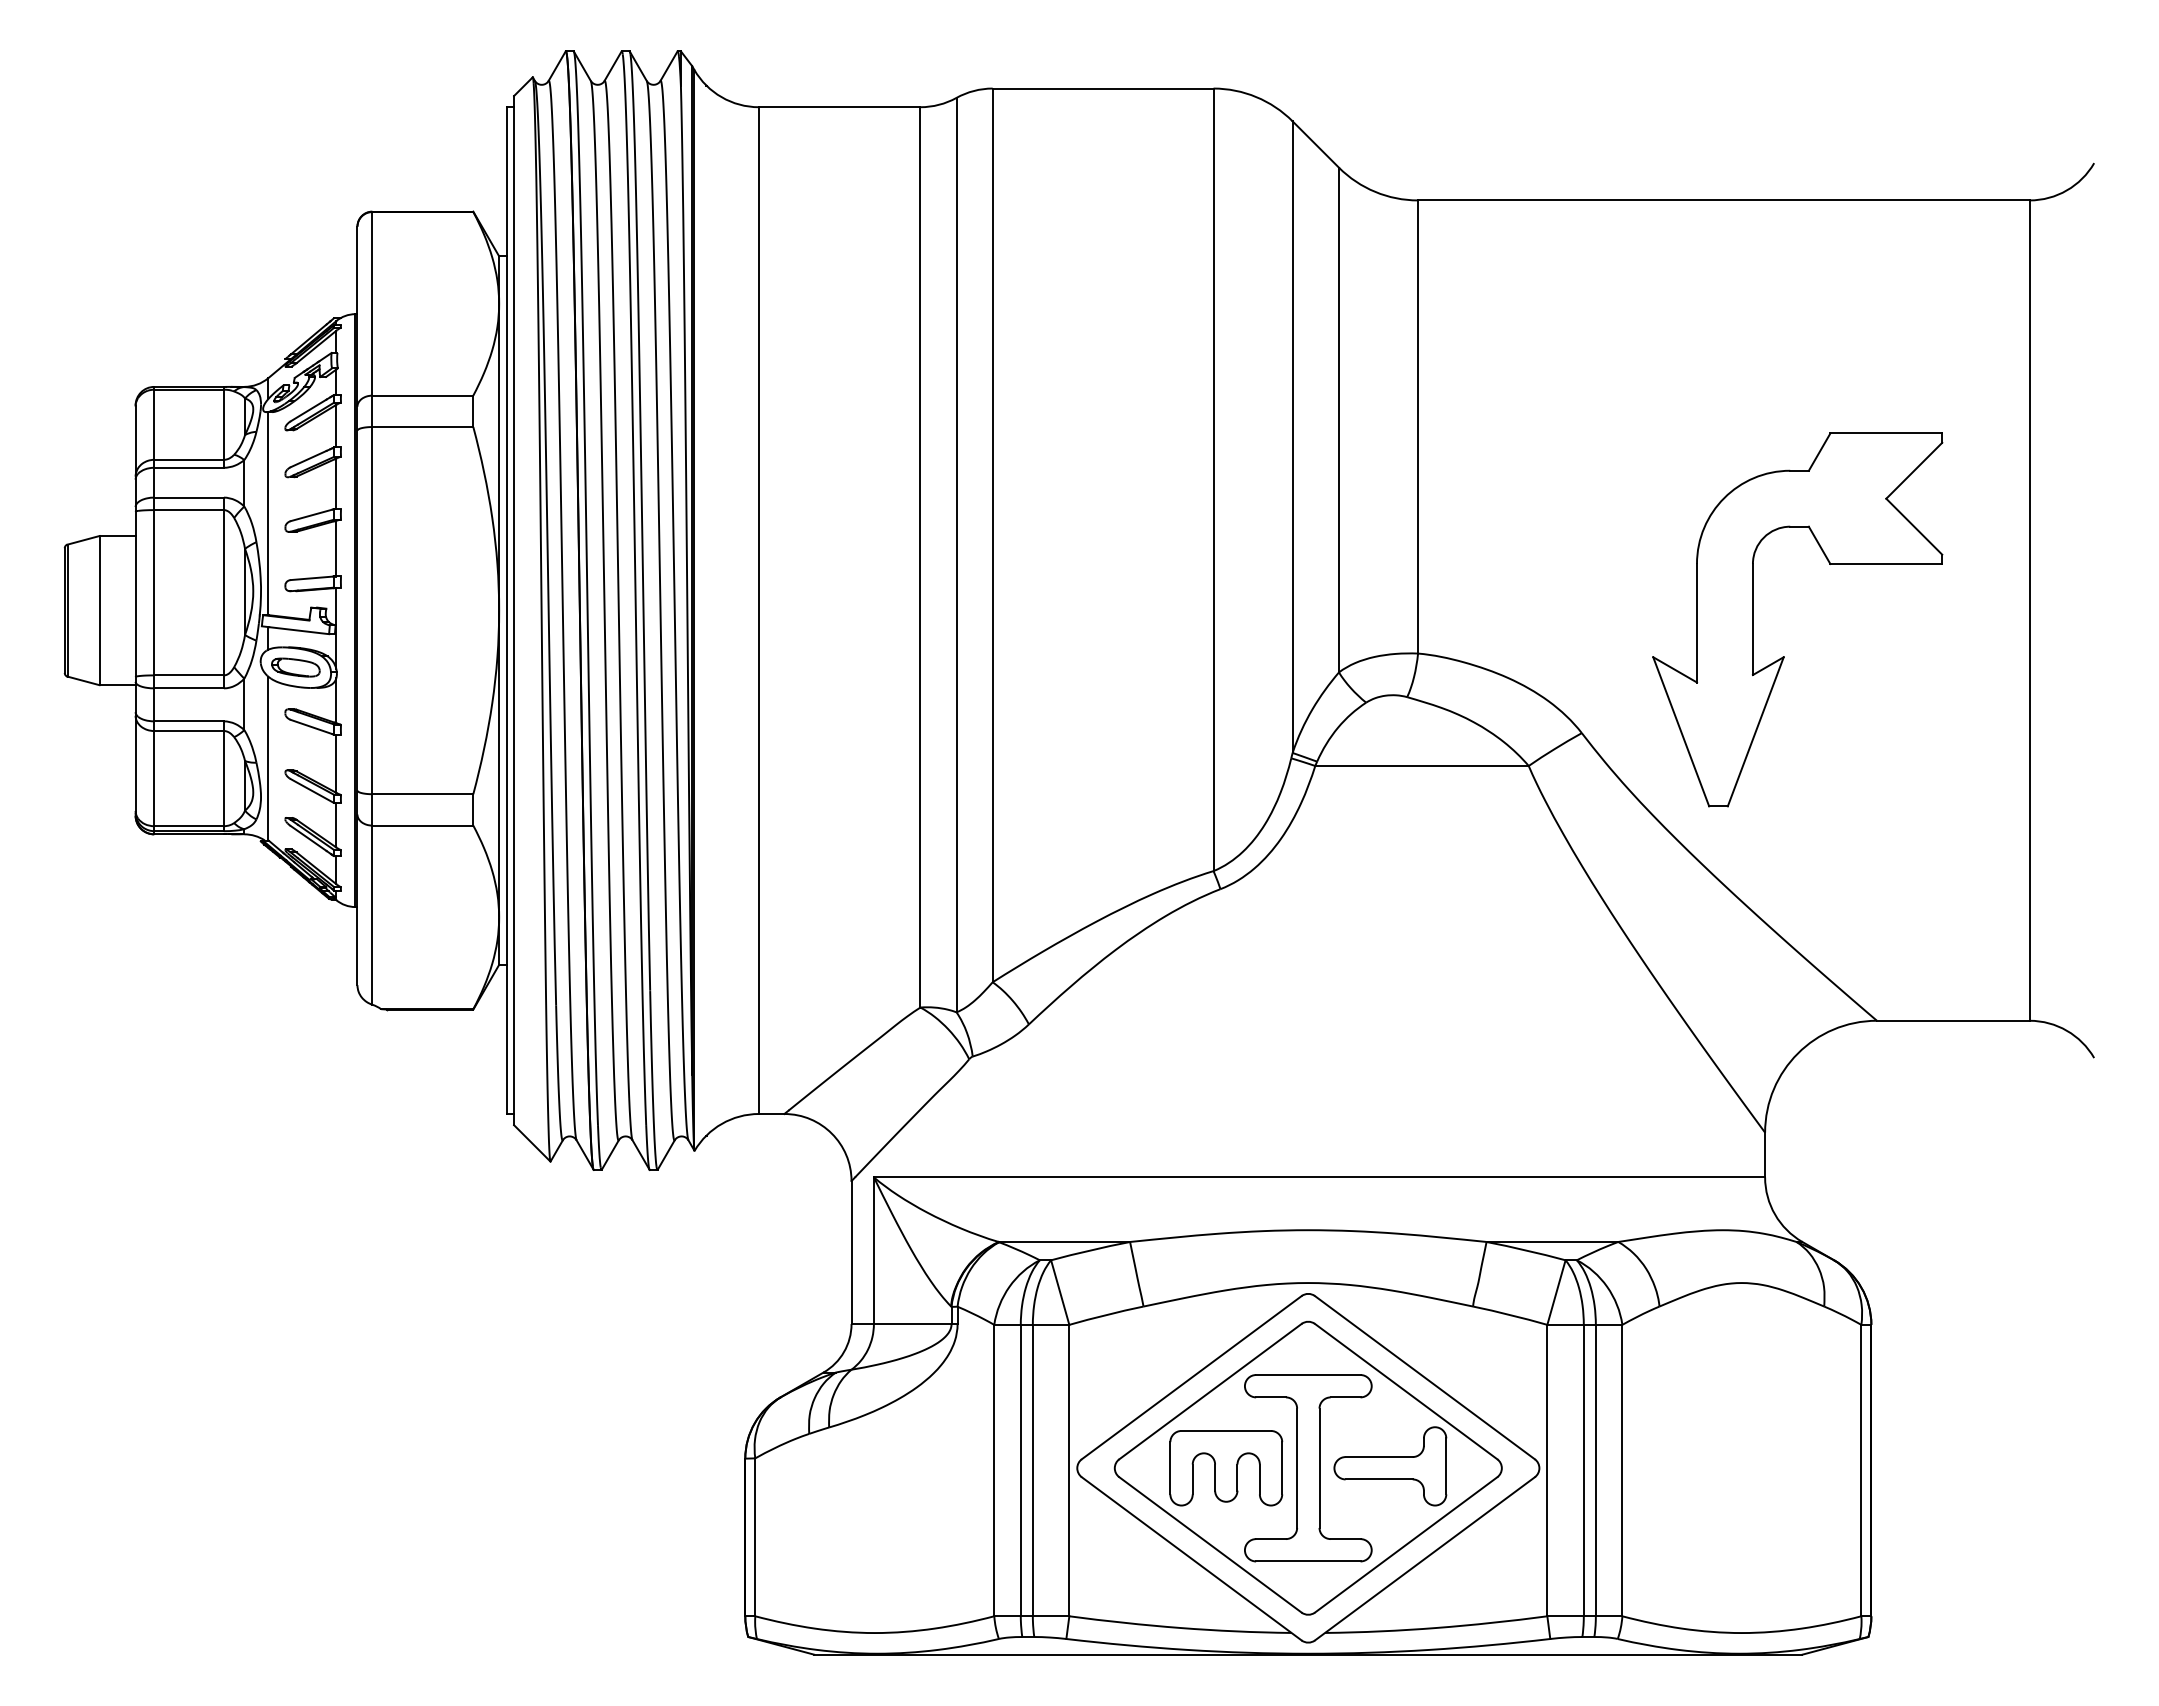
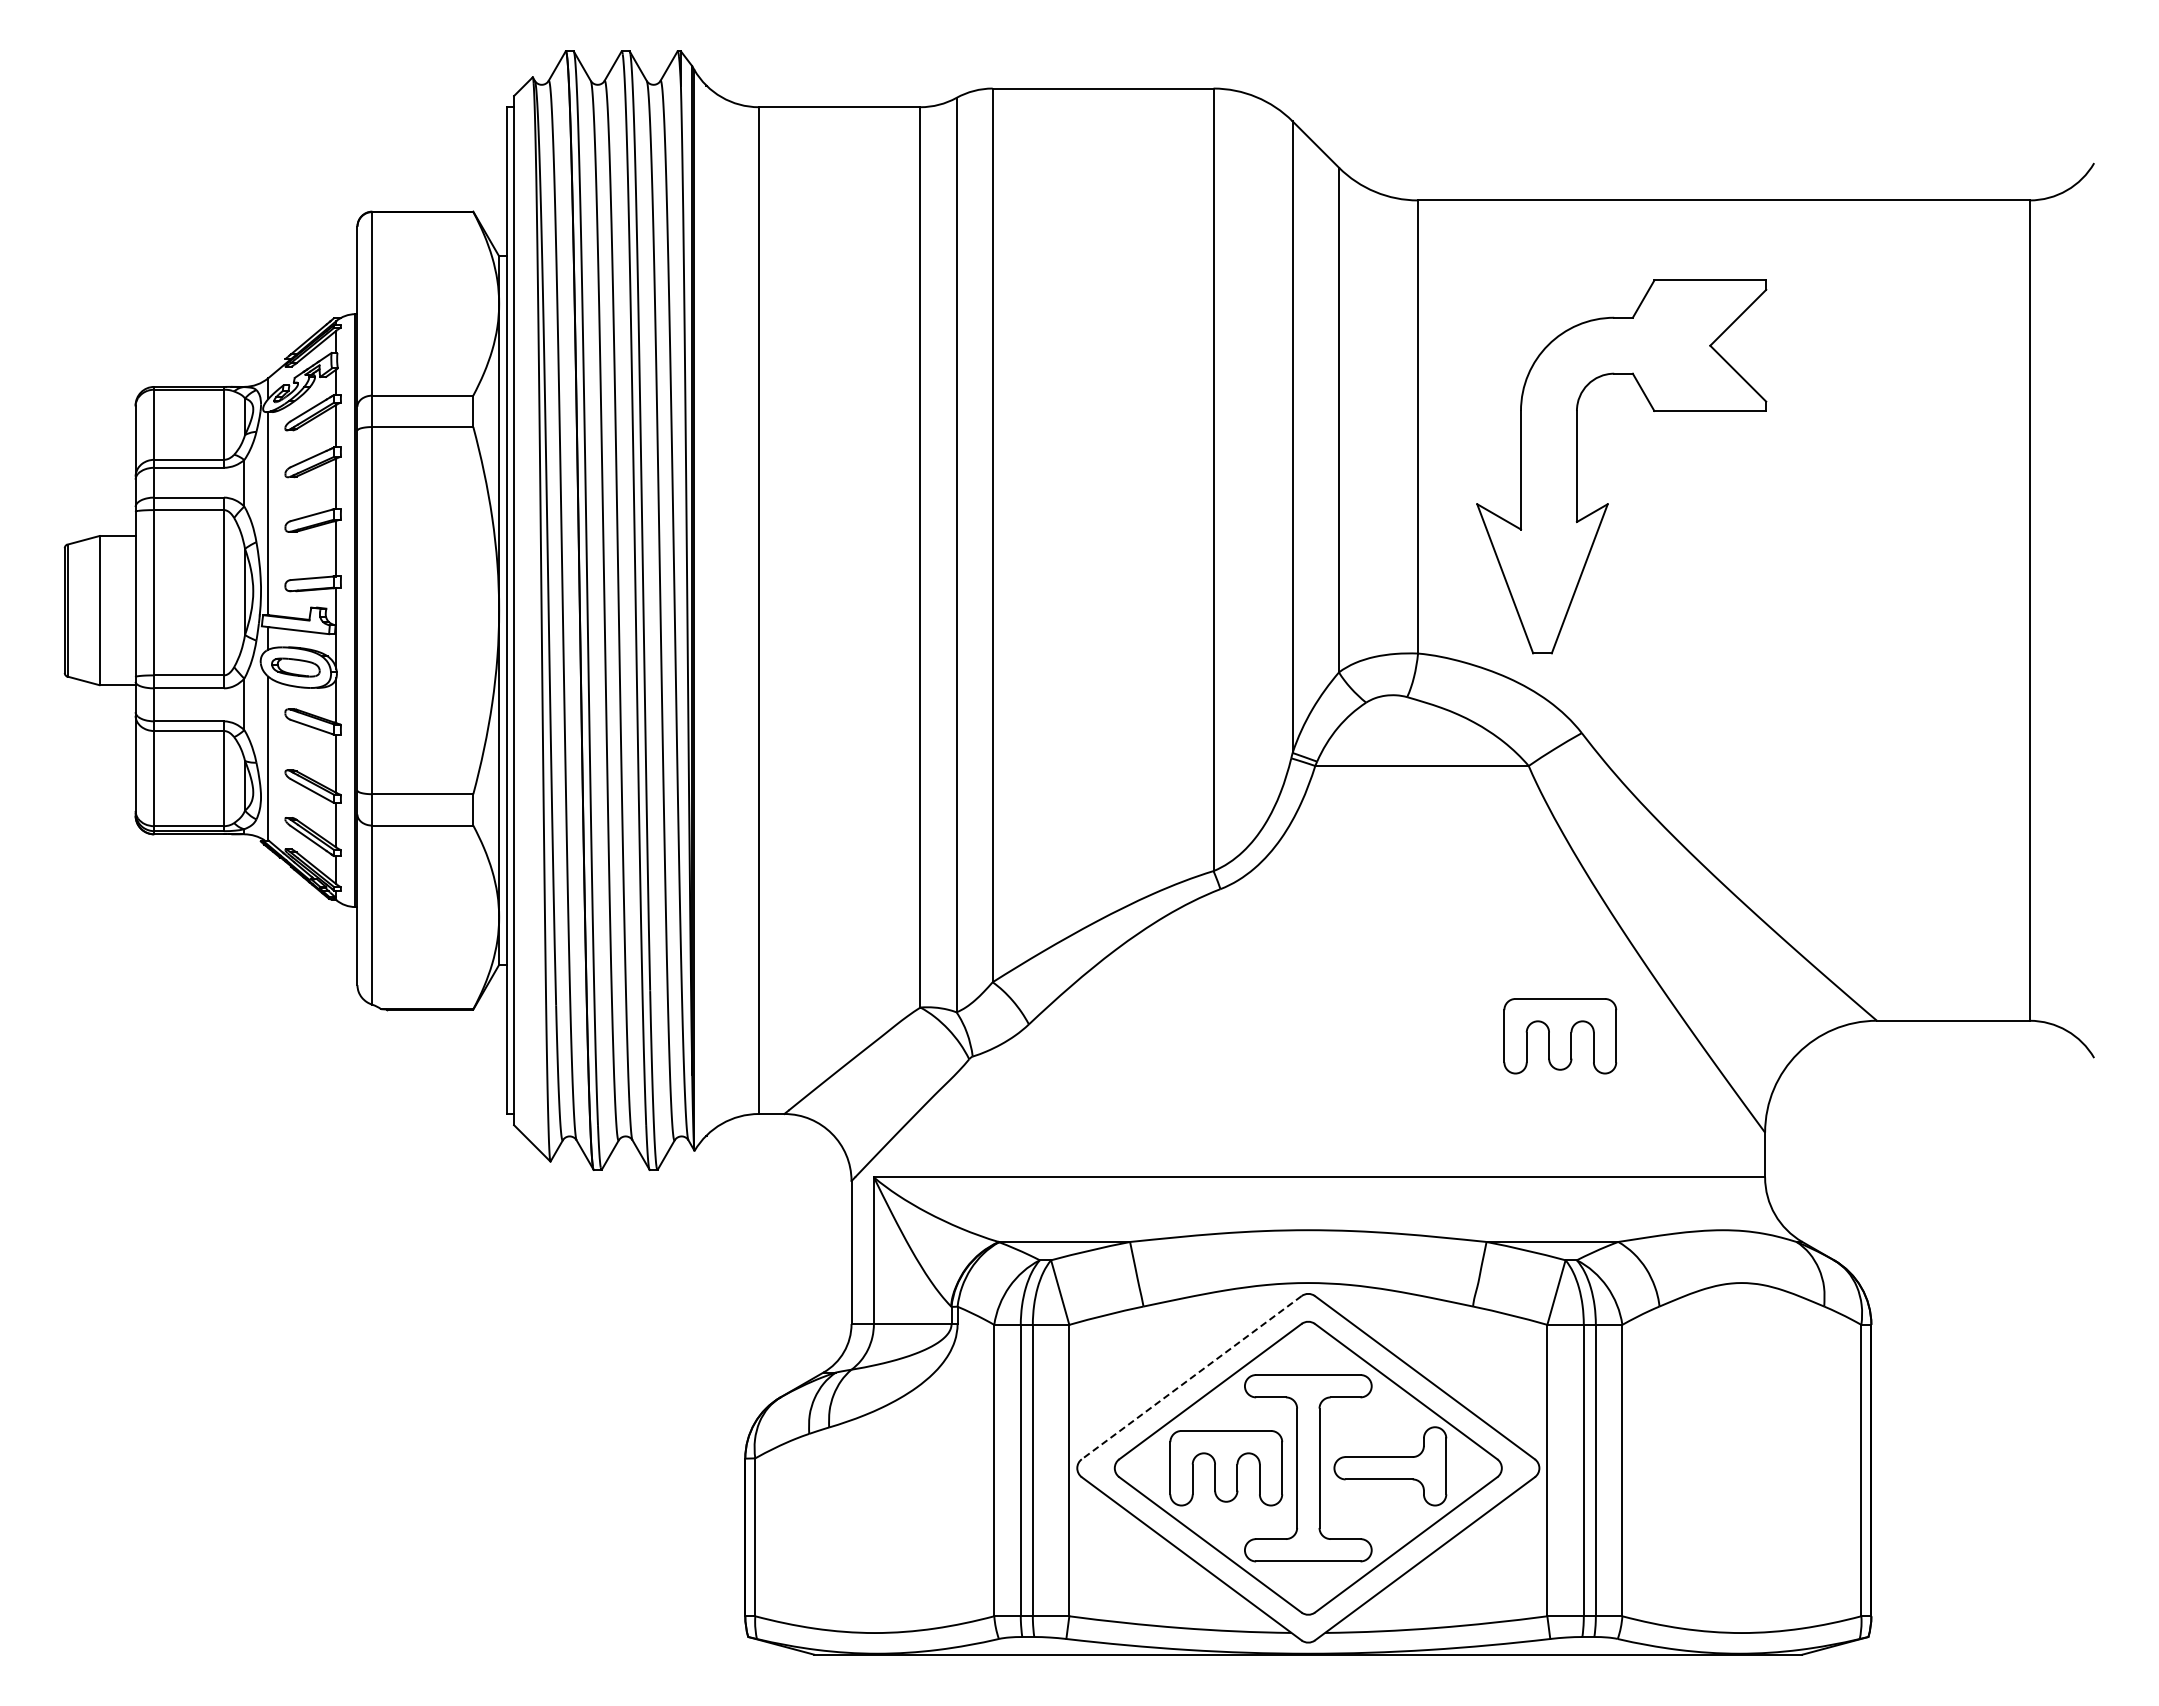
part at (1784, 656) position: (1784, 656) -> (1608, 503)
part at (1560, 1036): none -> present
line at (1191, 1377): solid -> dashed
